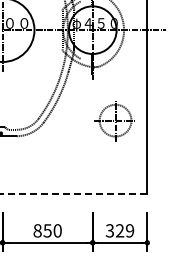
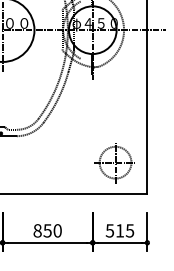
part at (114, 121) position: (114, 121) -> (114, 163)
line at (73, 194): dashed -> solid
text at (120, 230): 329 -> 515
